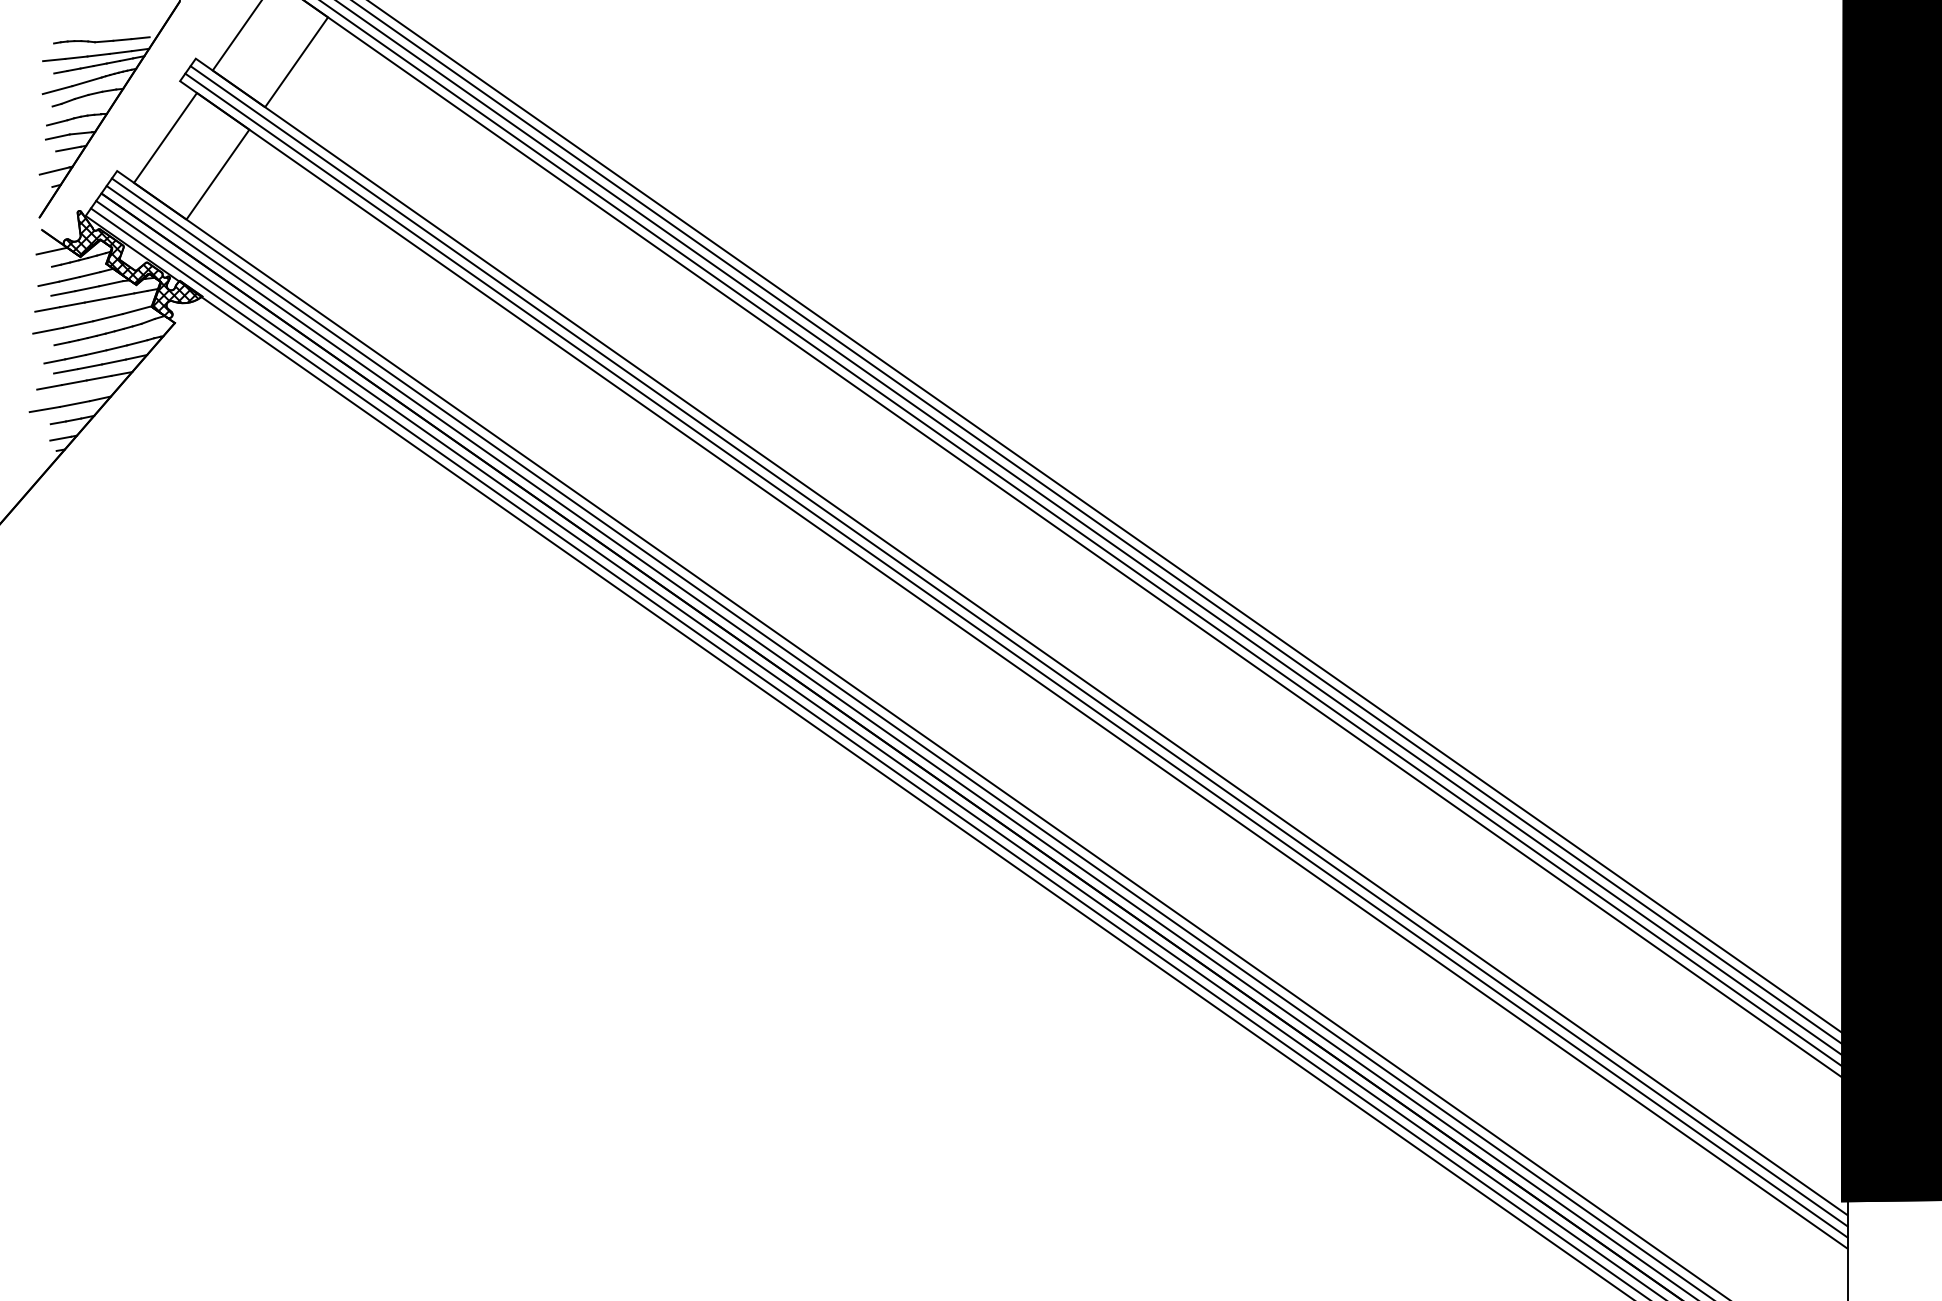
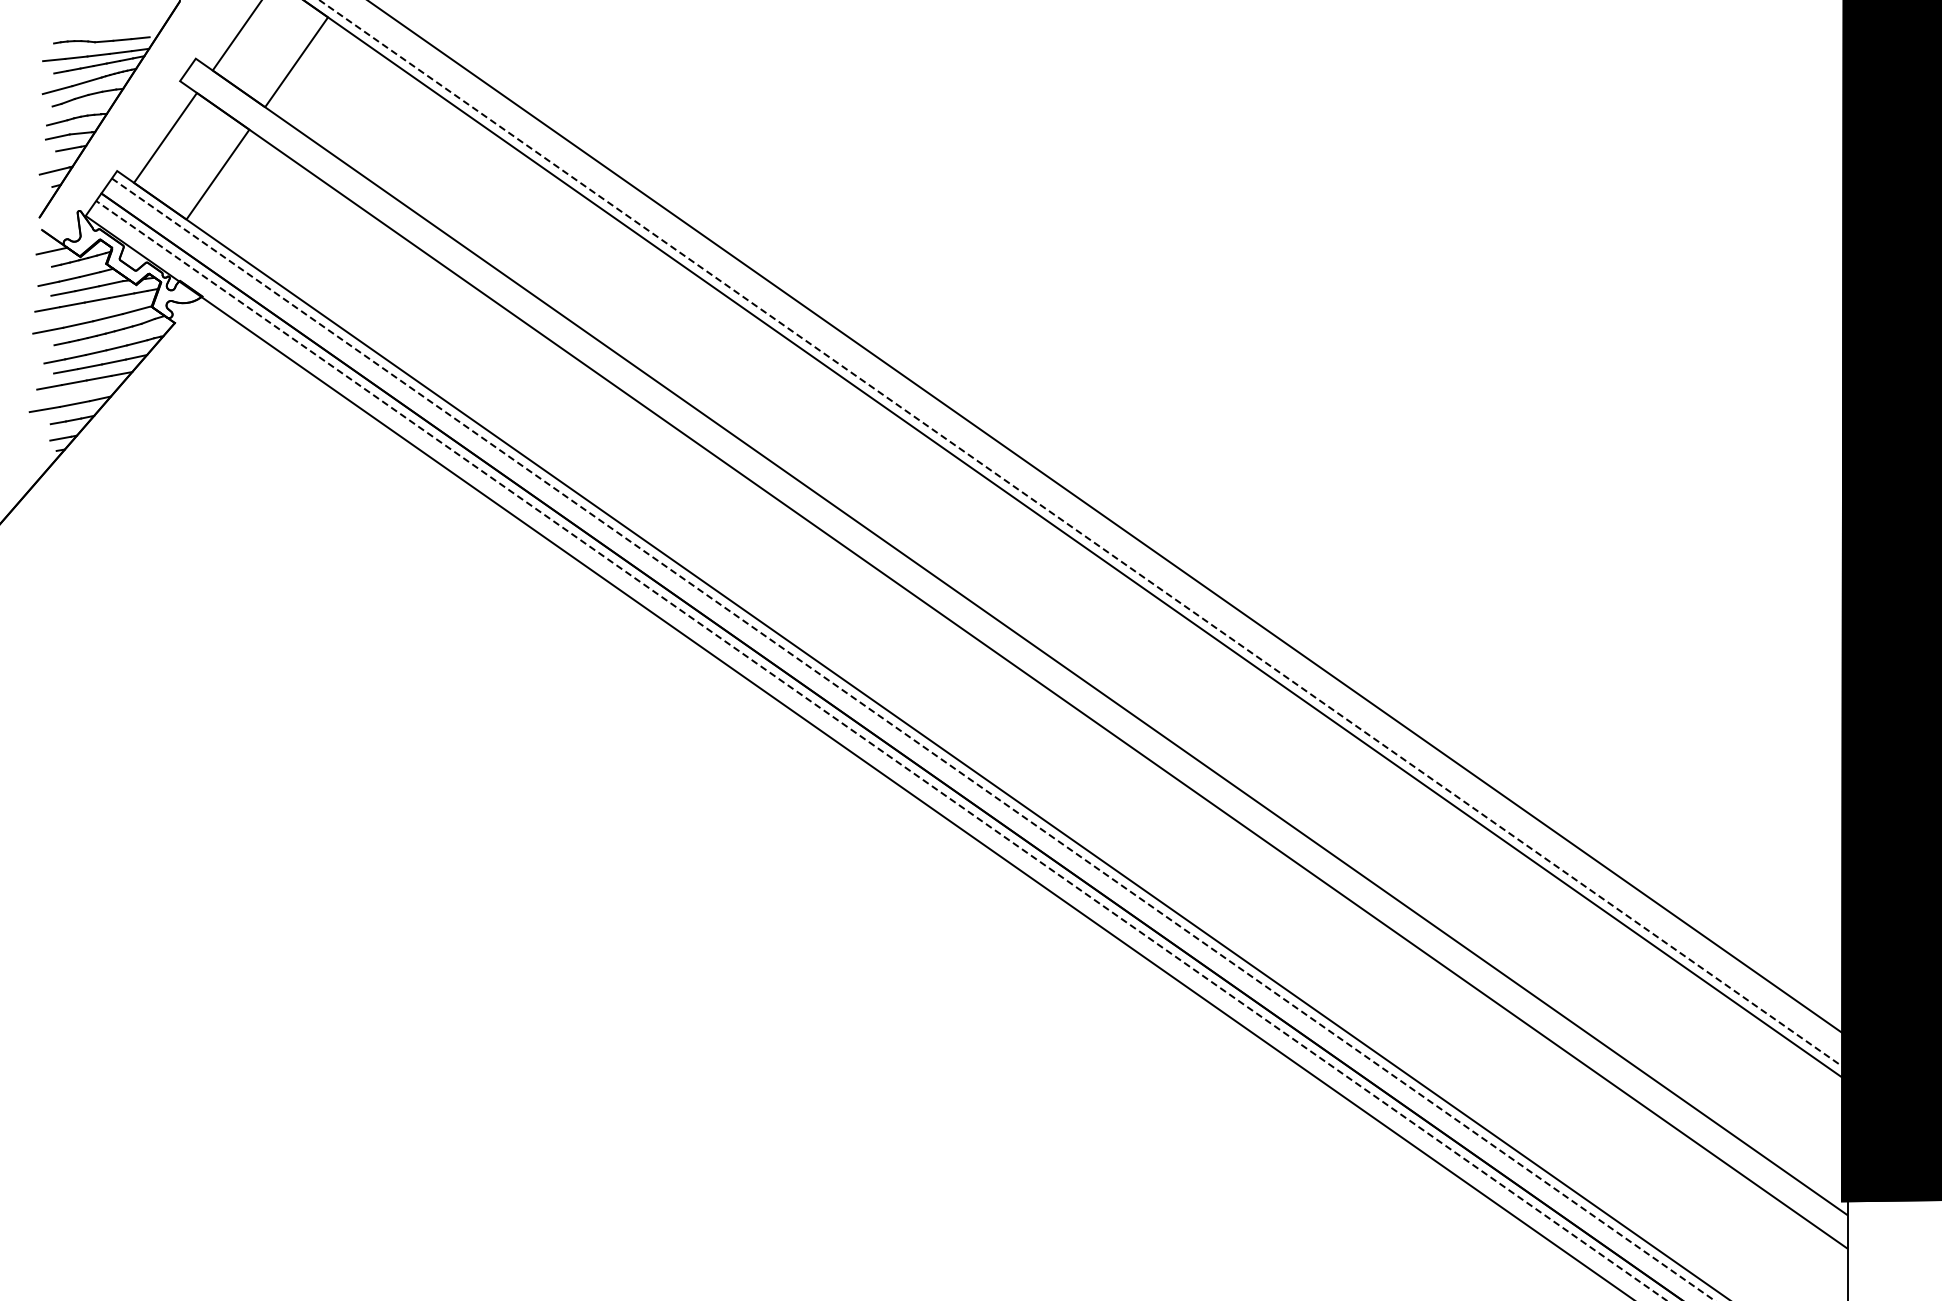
hatch at (132, 263): present -> none
line at (1100, 524): present -> none
line at (1092, 530): present -> none
line at (1083, 535): solid -> dashed
line at (1018, 646): present -> none
line at (1016, 655): present -> none
line at (913, 739): solid -> dashed
line at (900, 741): present -> none
line at (881, 750): solid -> dashed
line at (868, 752): present -> none
